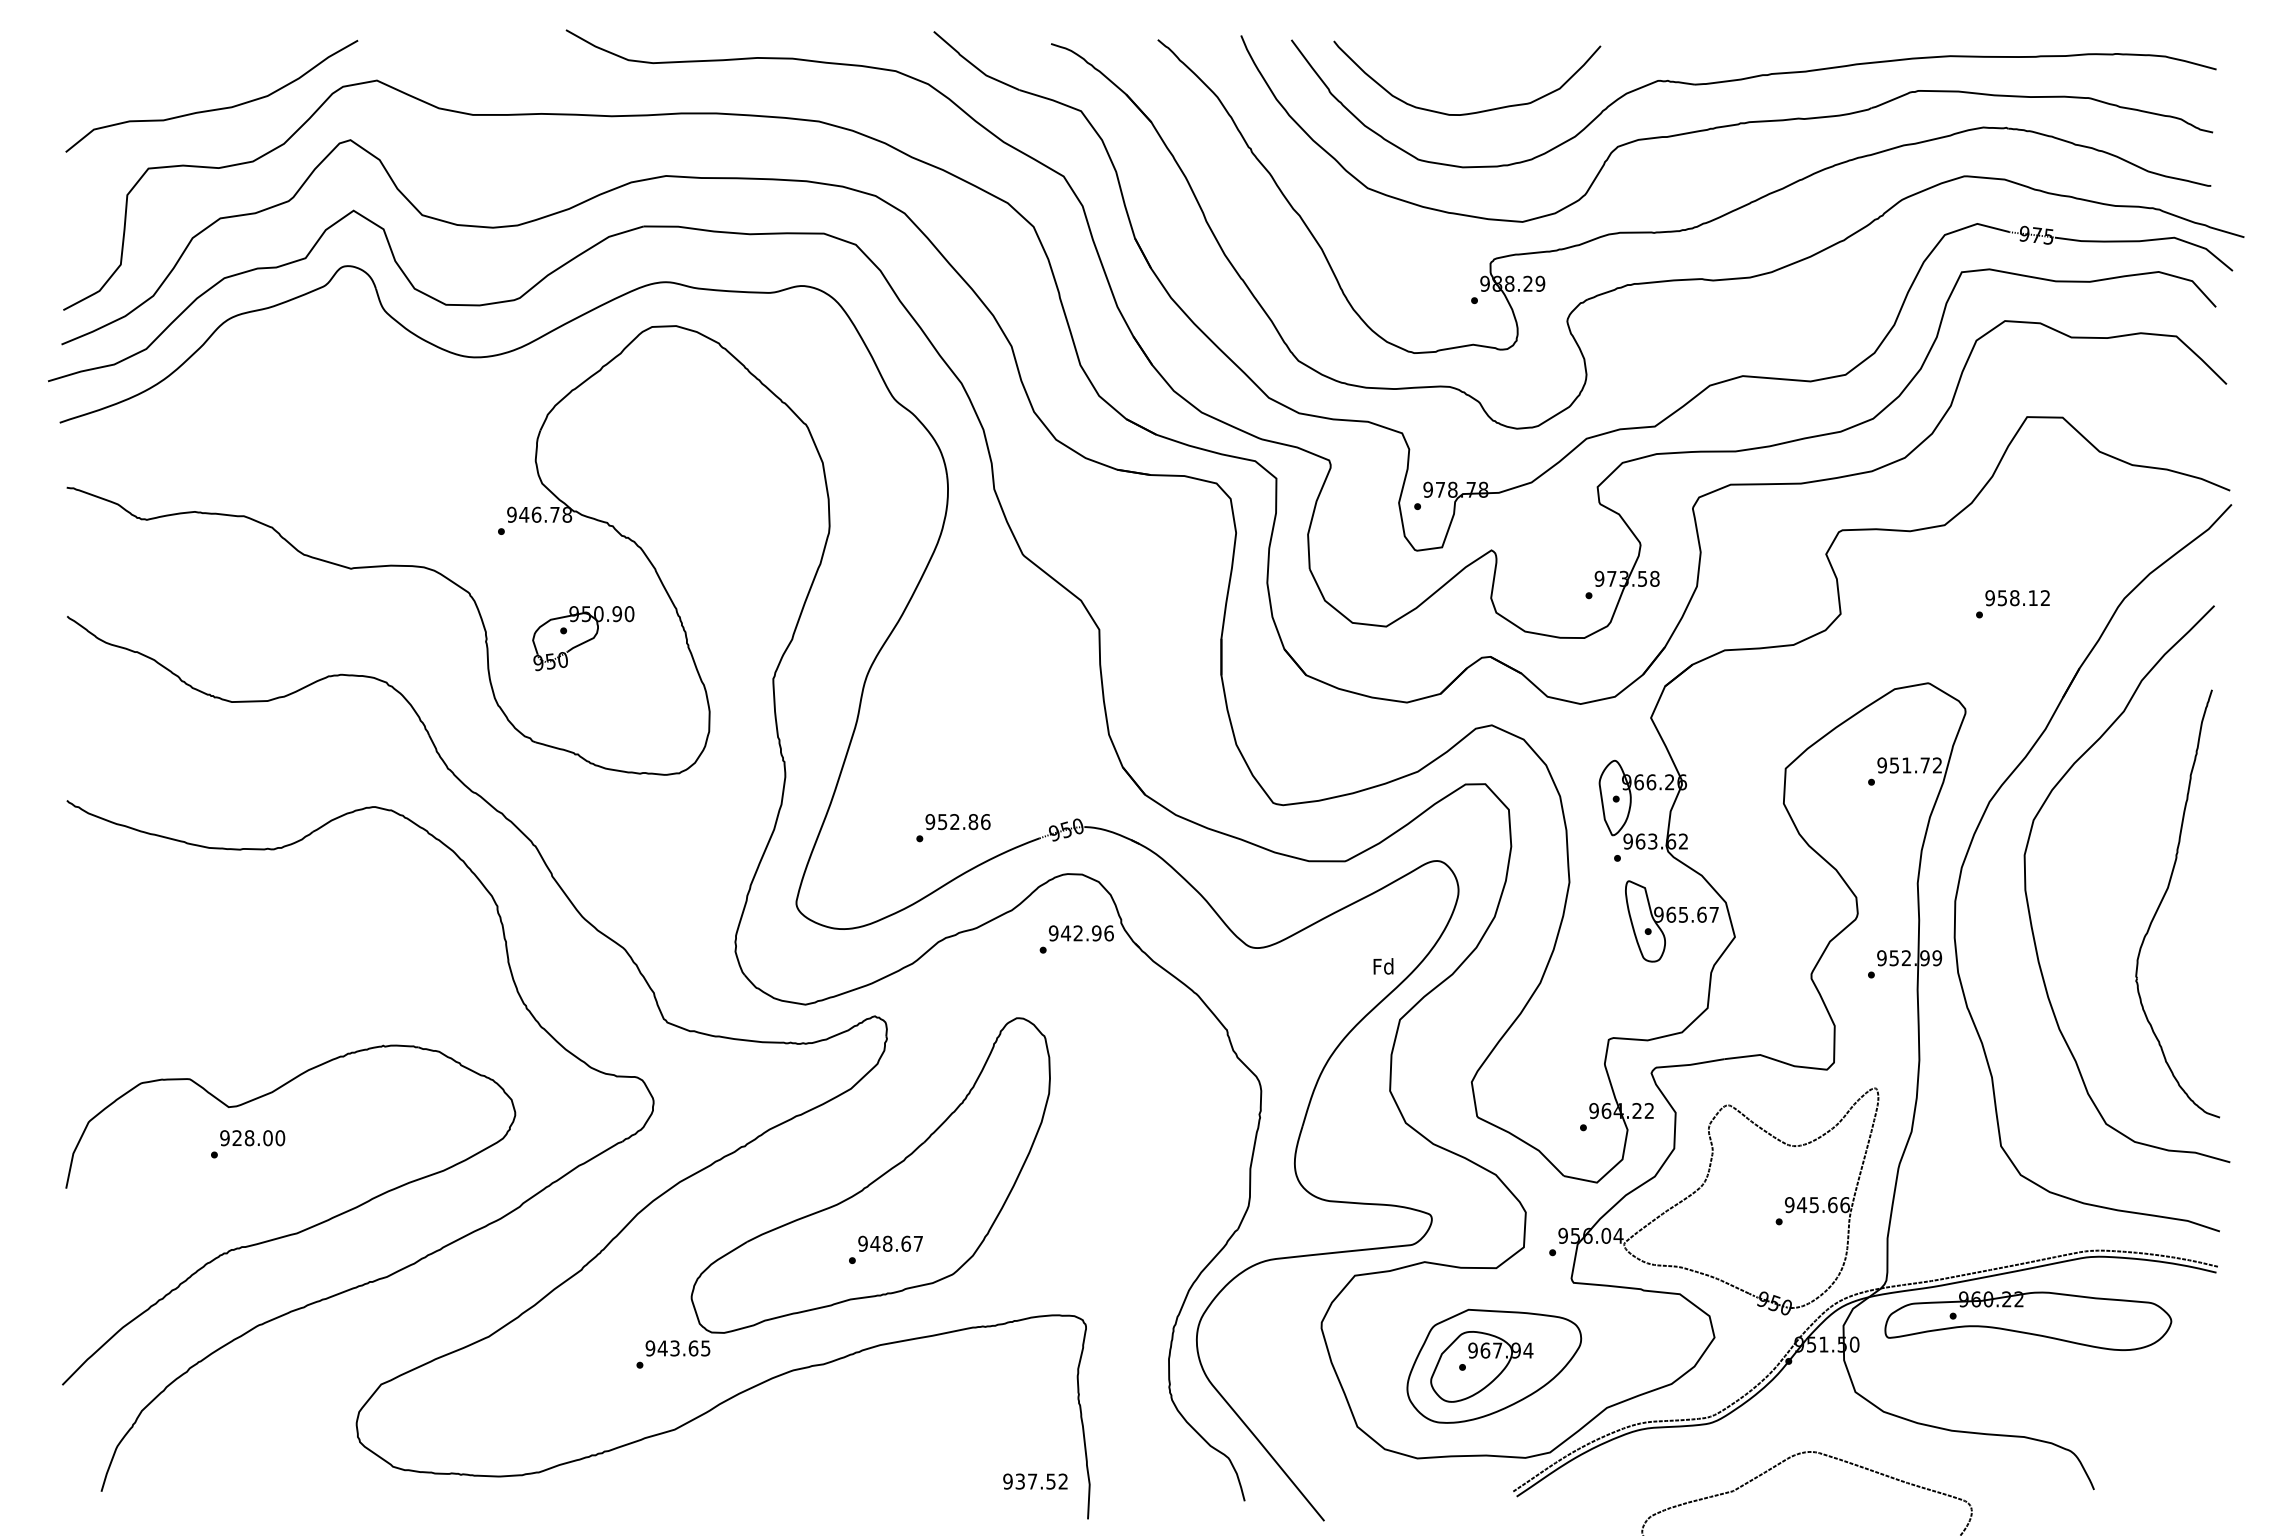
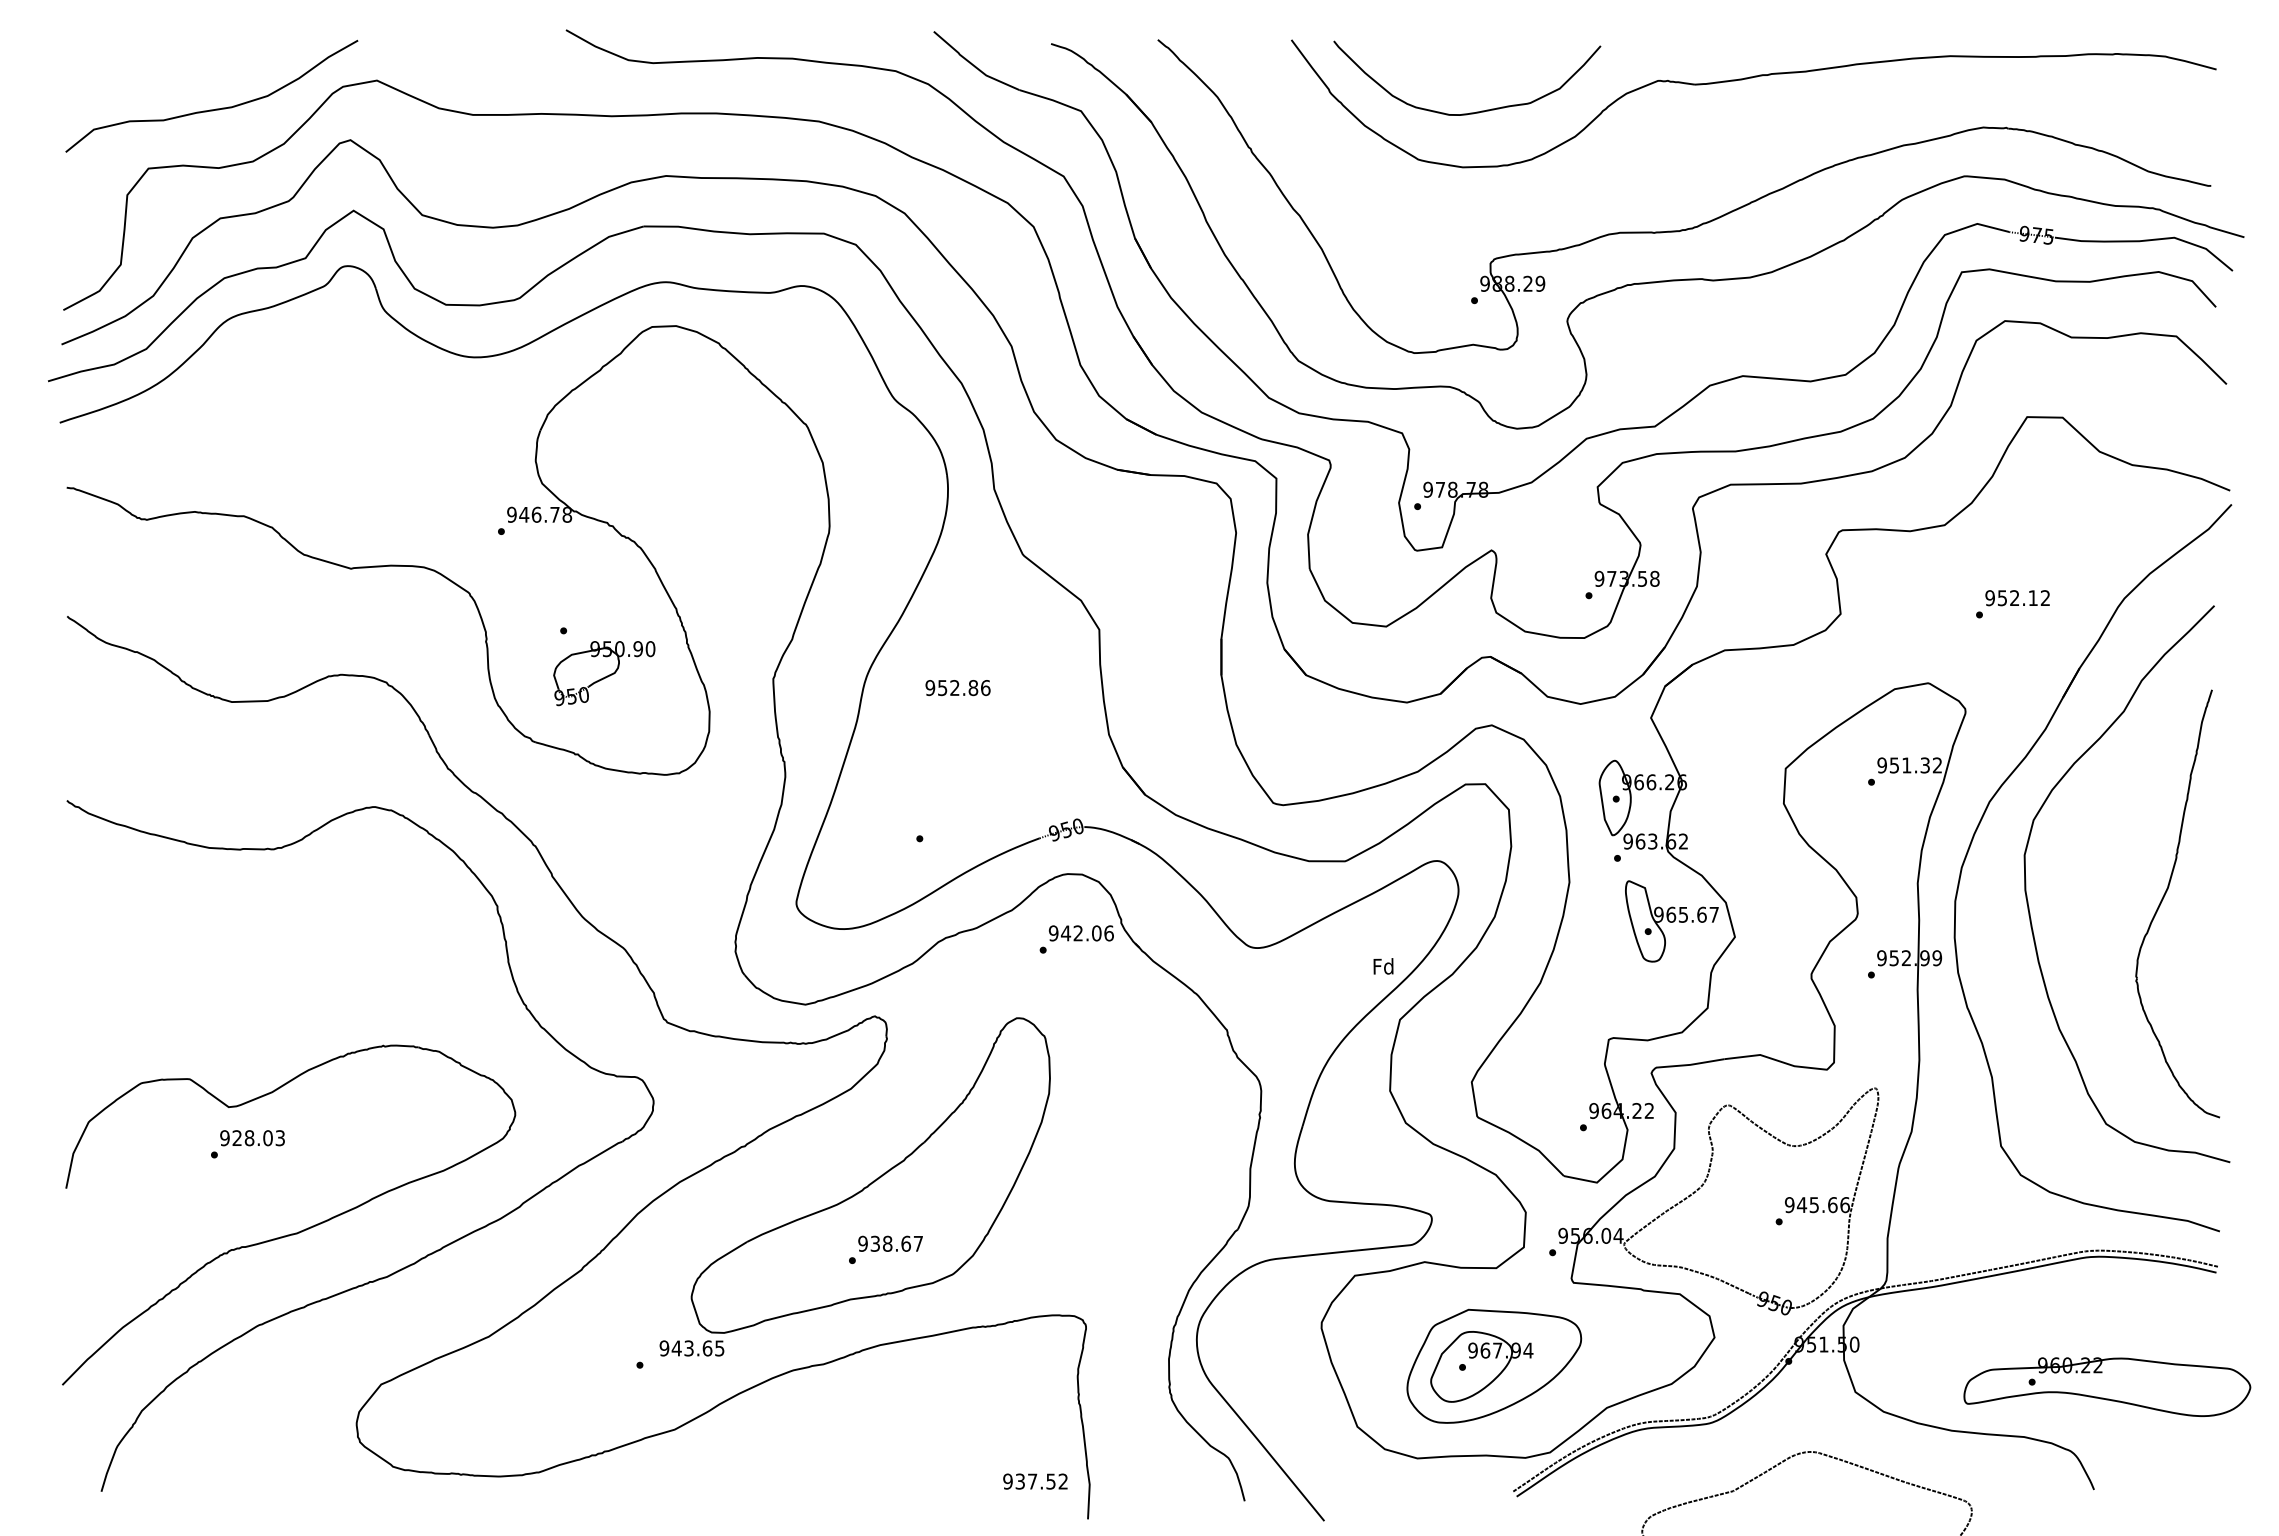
part at (1726, 128): present -> none
text at (2014, 598): 958.12 -> 952.12
part at (583, 638) position: (583, 638) -> (604, 673)
text at (1924, 765): 951.72 -> 951.32
text at (957, 822) position: (957, 822) -> (957, 688)
text at (1096, 933): 942.96 -> 942.06
text at (280, 1138): 928.00 -> 928.03
text at (875, 1243): 948.67 -> 938.67
part at (2028, 1320) position: (2028, 1320) -> (2107, 1386)
text at (677, 1348) position: (677, 1348) -> (691, 1348)
